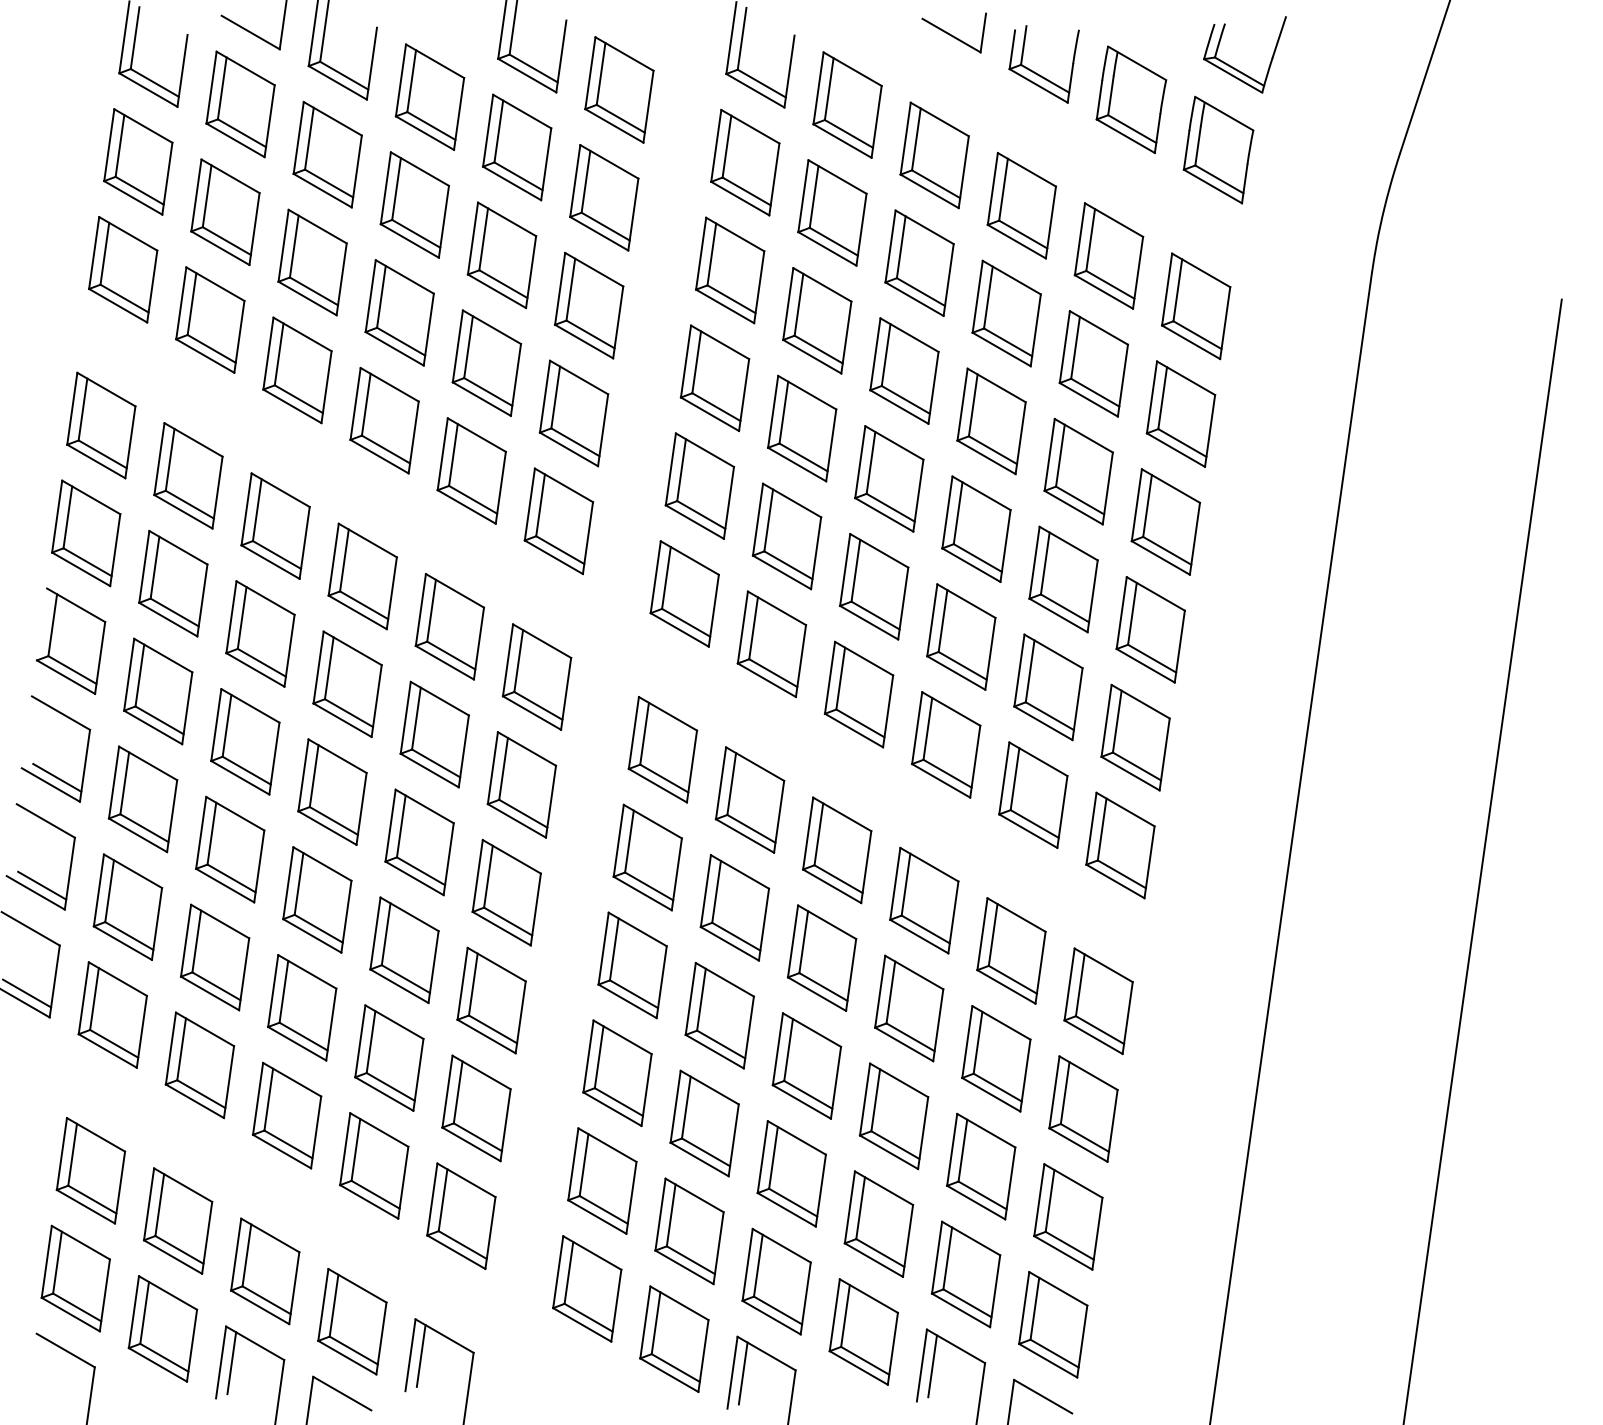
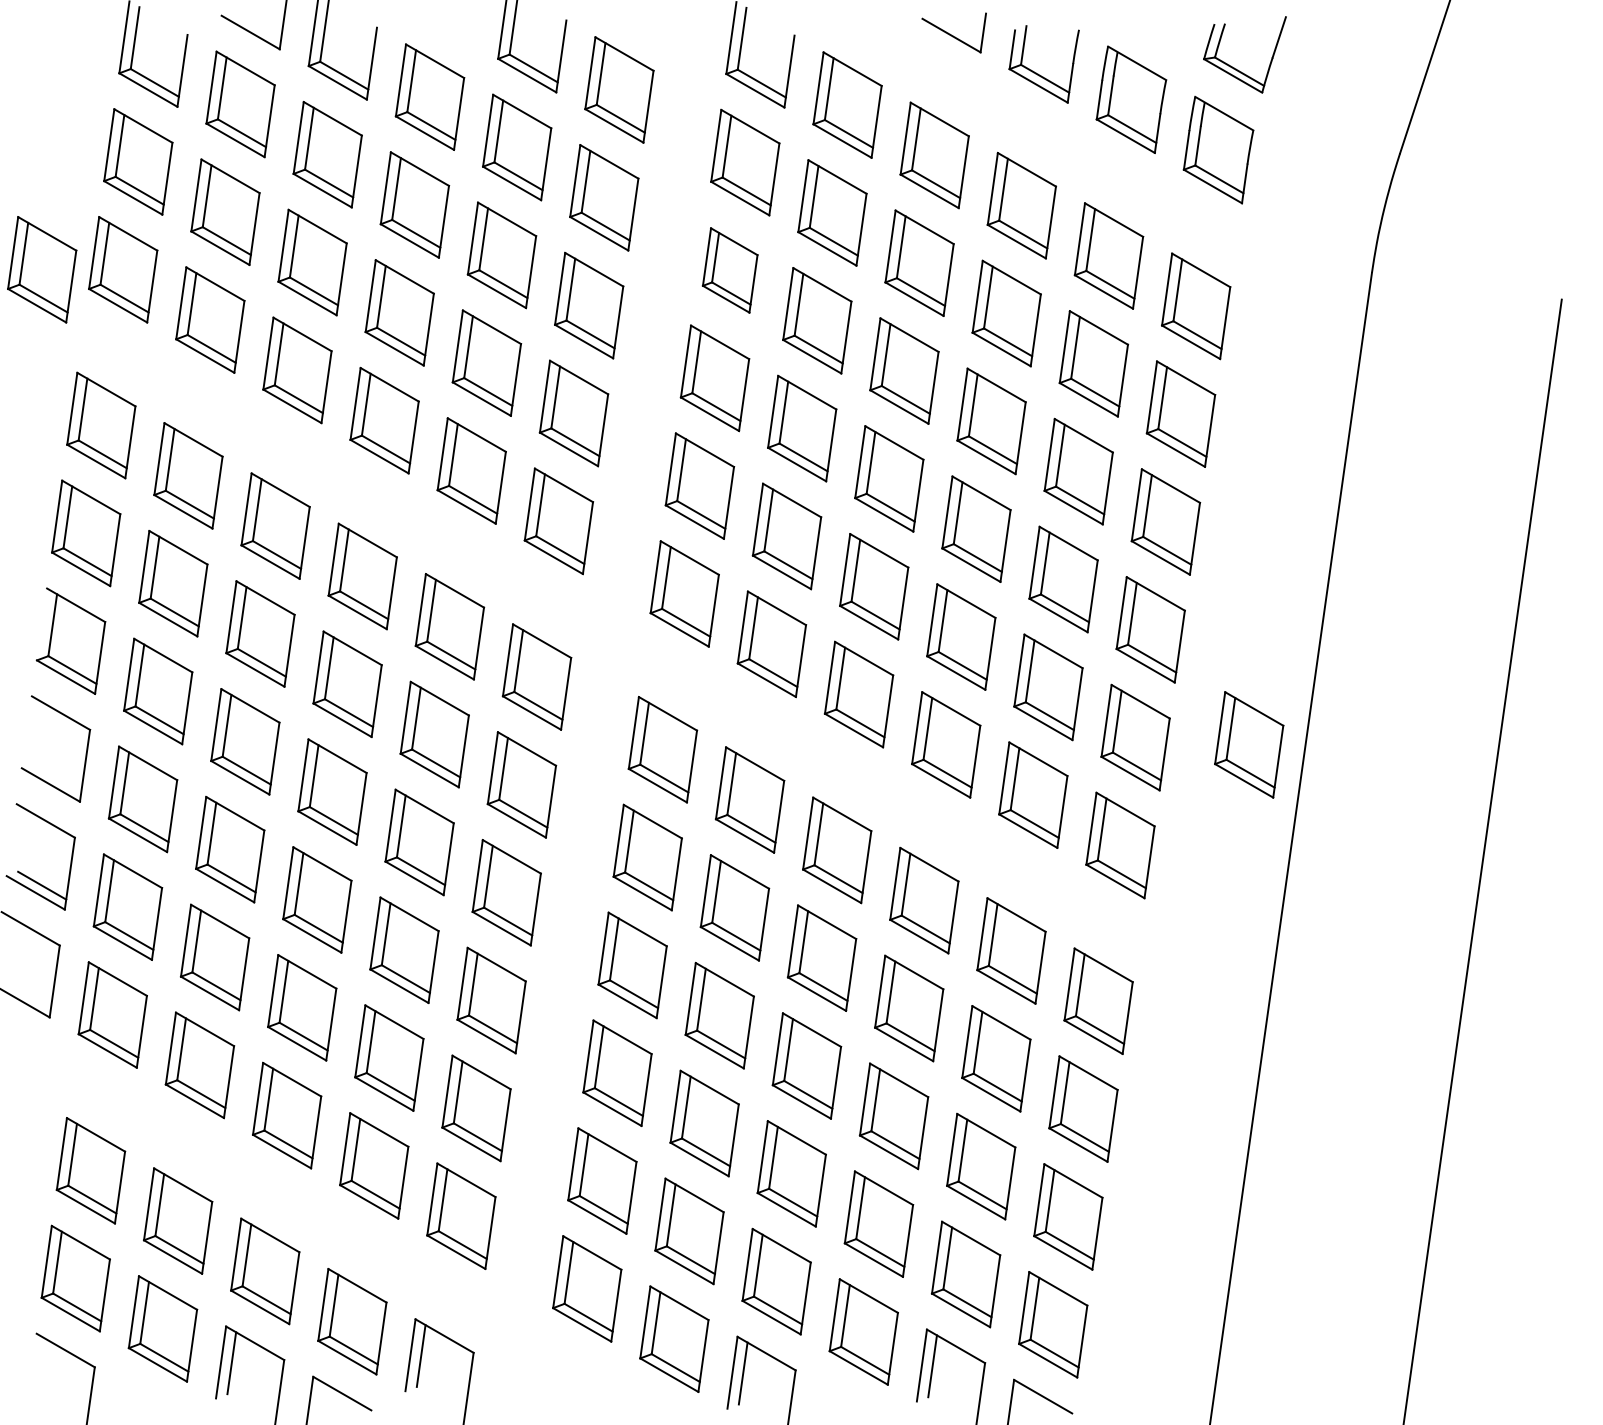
part at (42, 269): none -> present
part at (730, 270) size: 71x109 px -> 58x87 px
part at (1249, 744): none -> present
line at (57, 777): present -> none
line at (27, 993): present -> none
